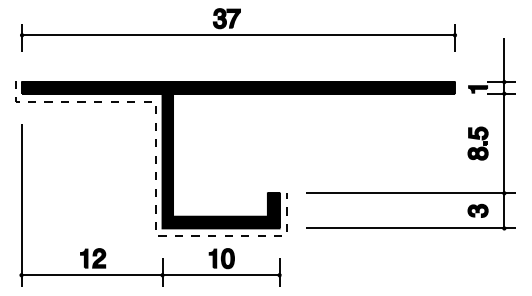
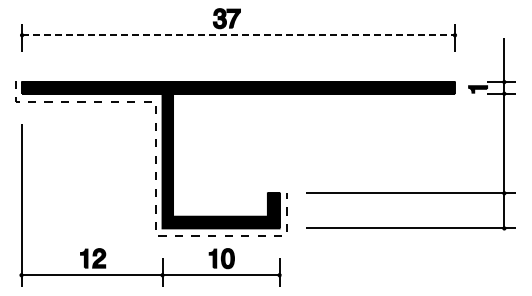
line at (238, 35): solid -> dashed
part at (477, 143): present -> none
part at (477, 210): present -> none
